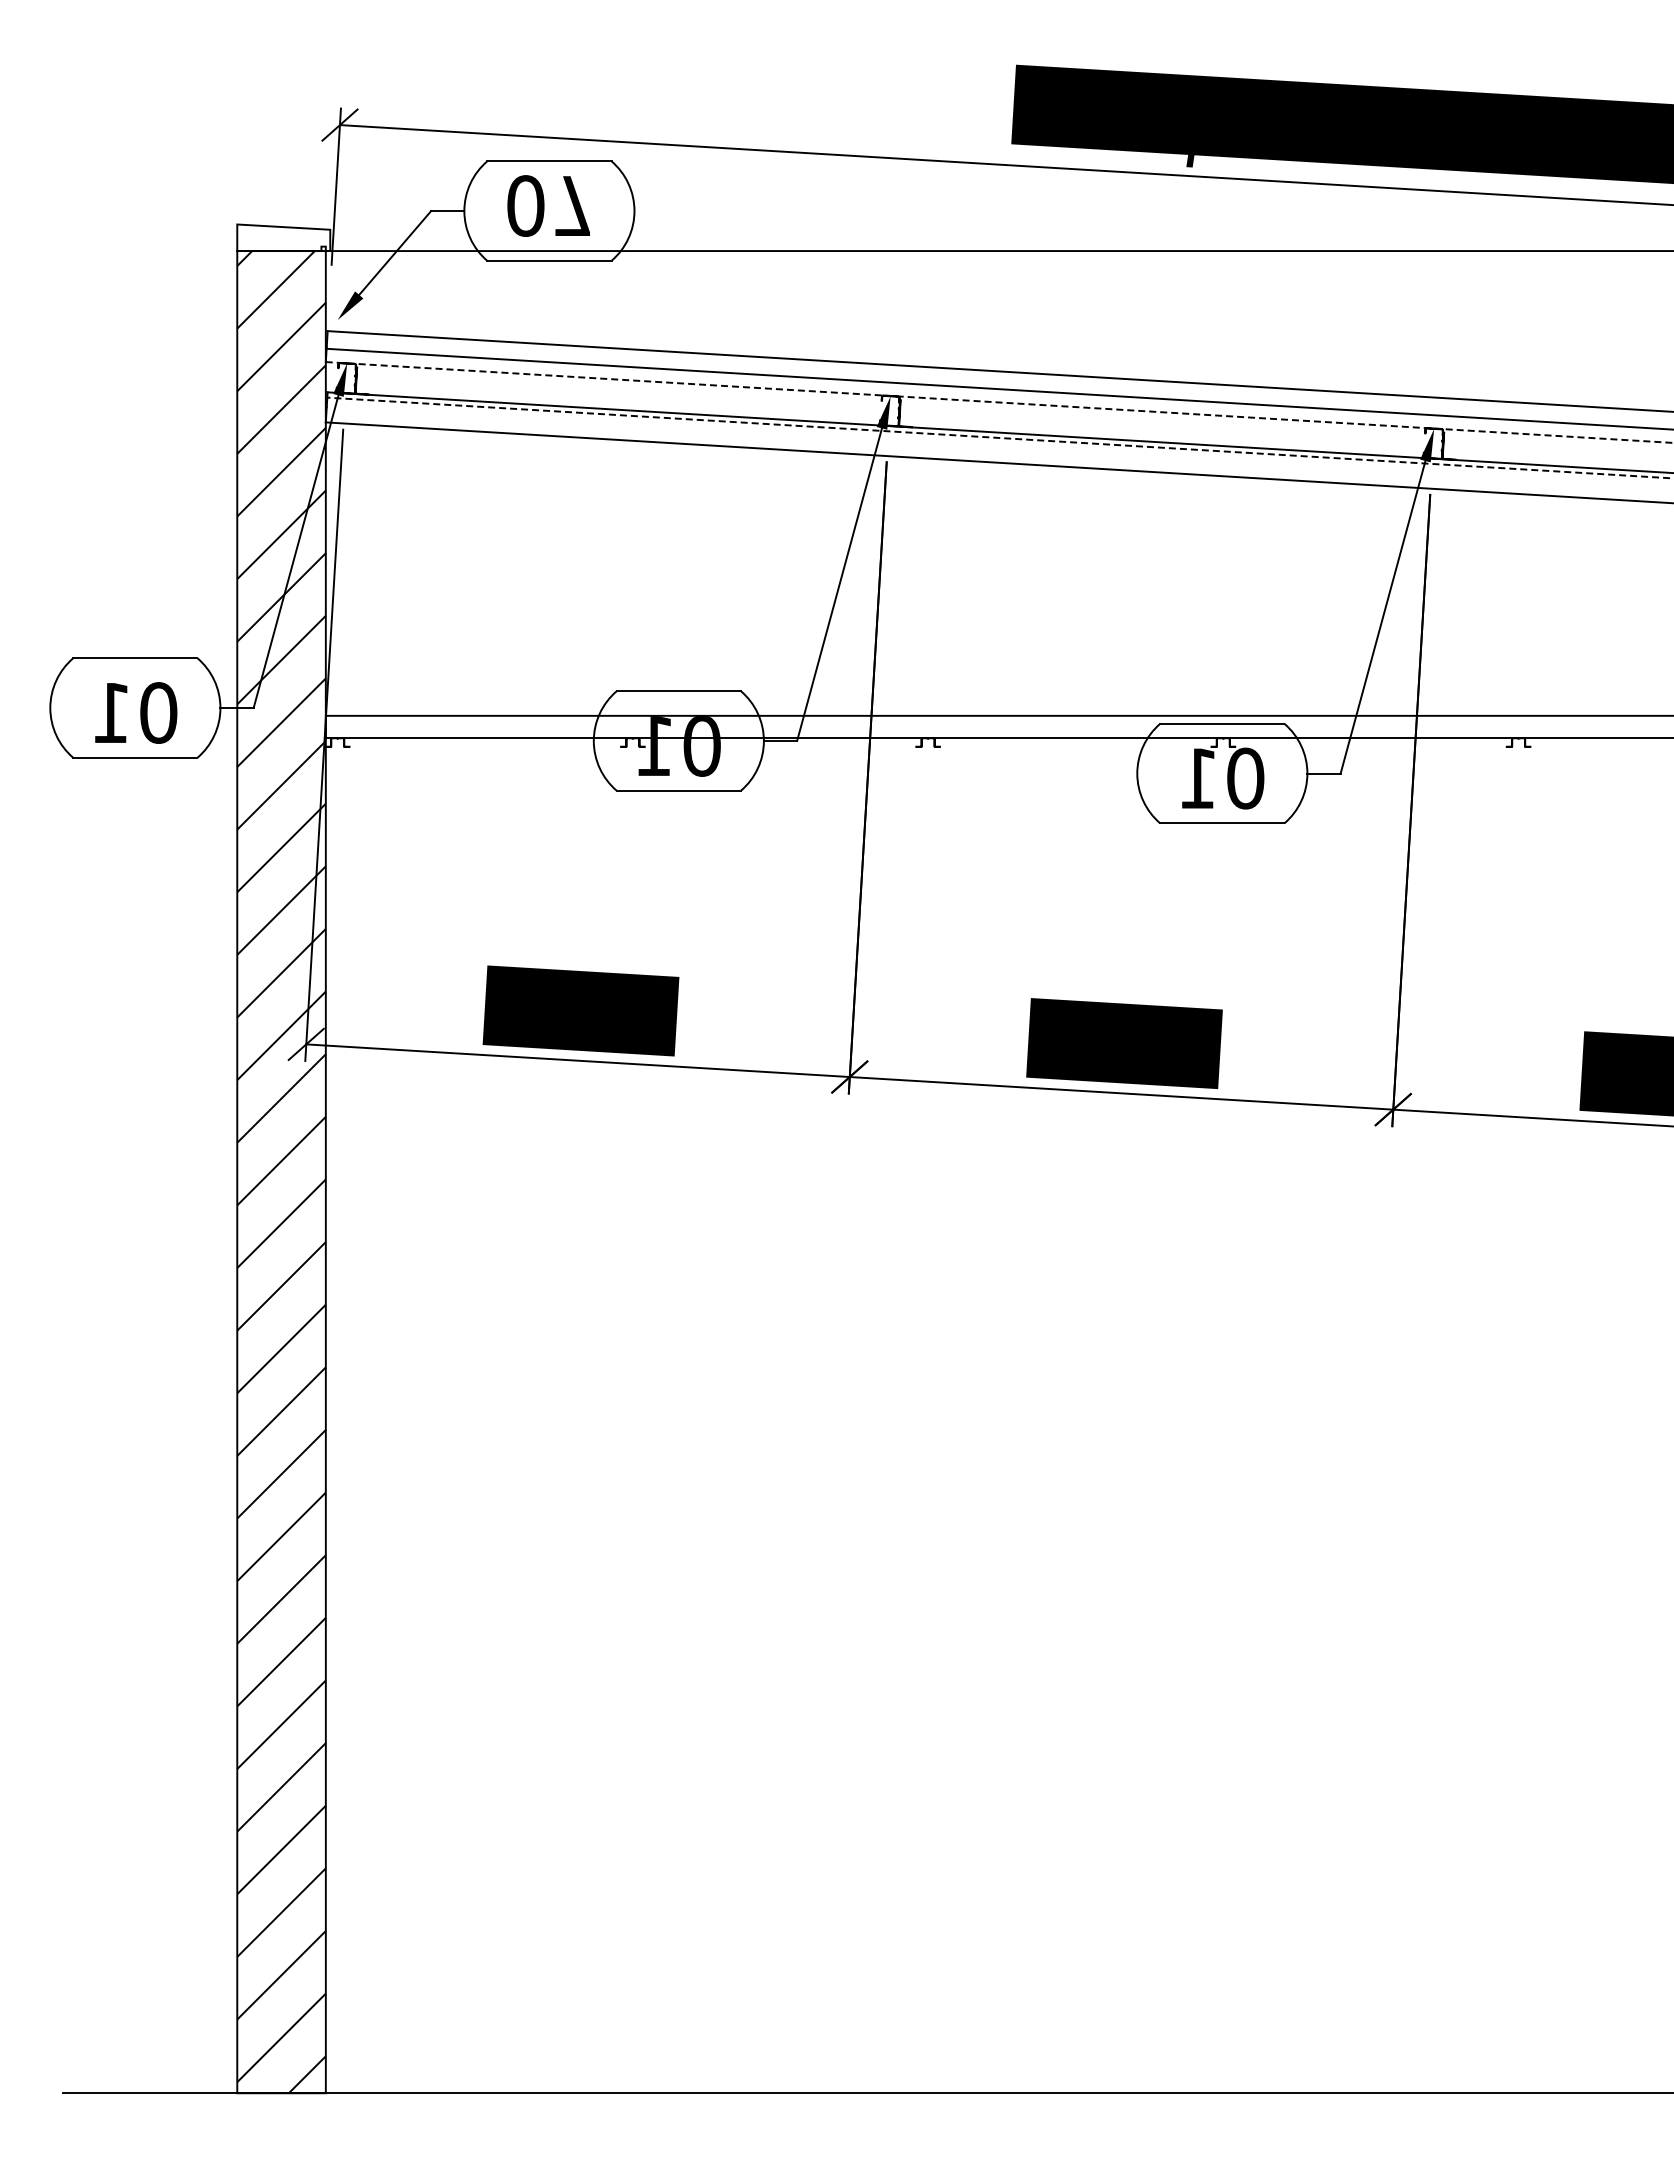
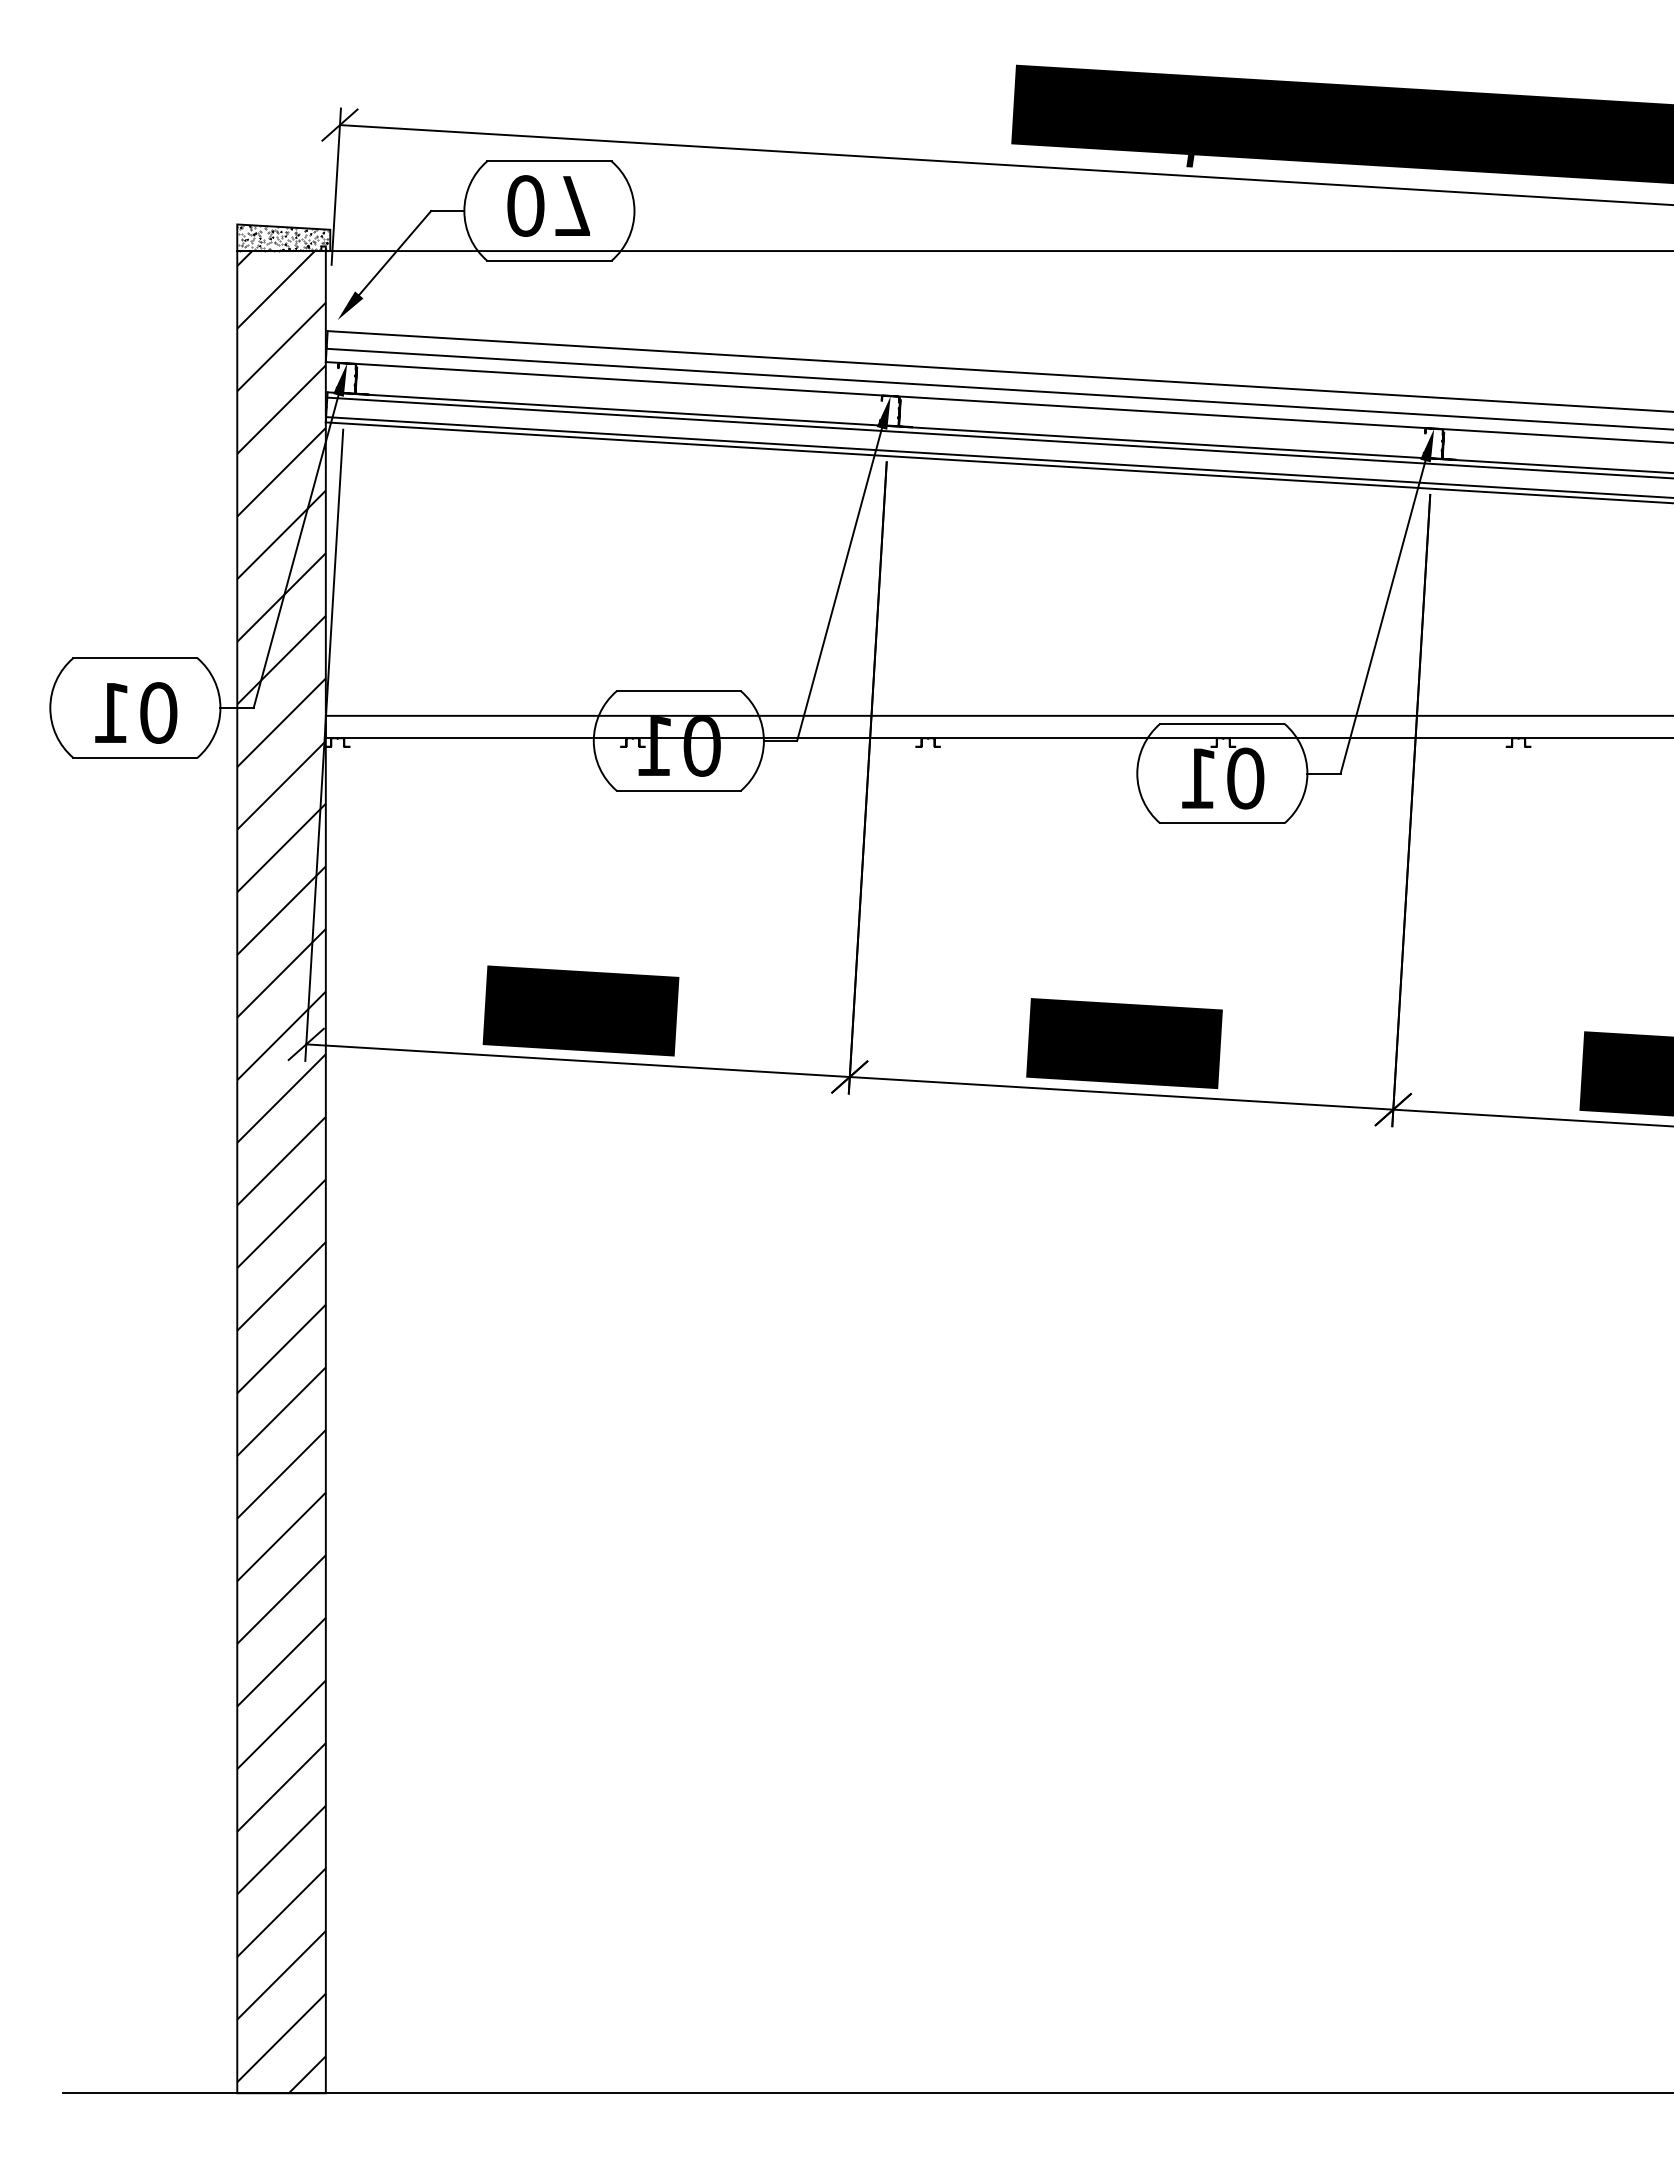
hatch at (282, 238): none -> present
line at (999, 402): dashed -> solid
line at (999, 438): dashed -> solid
line at (998, 457): none -> present
